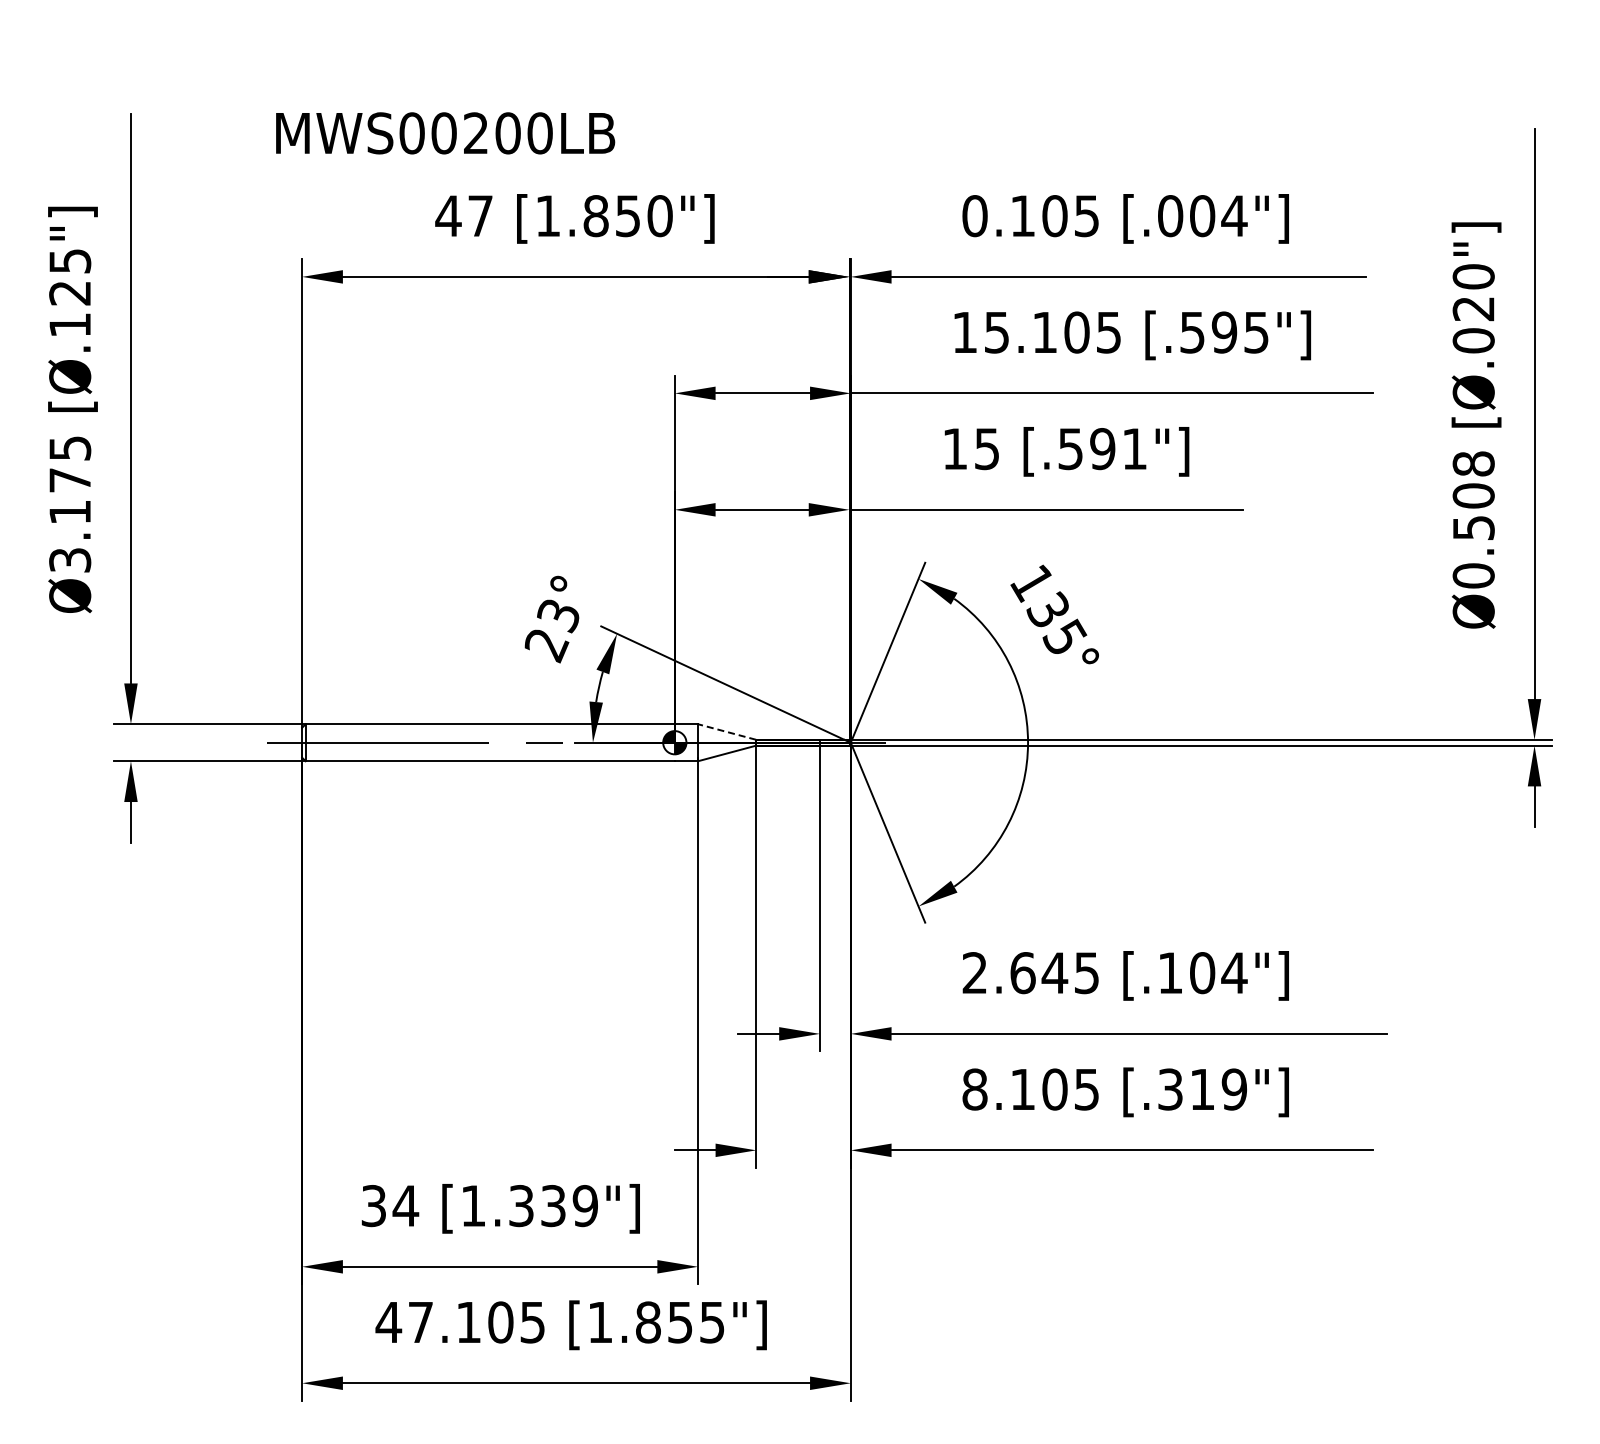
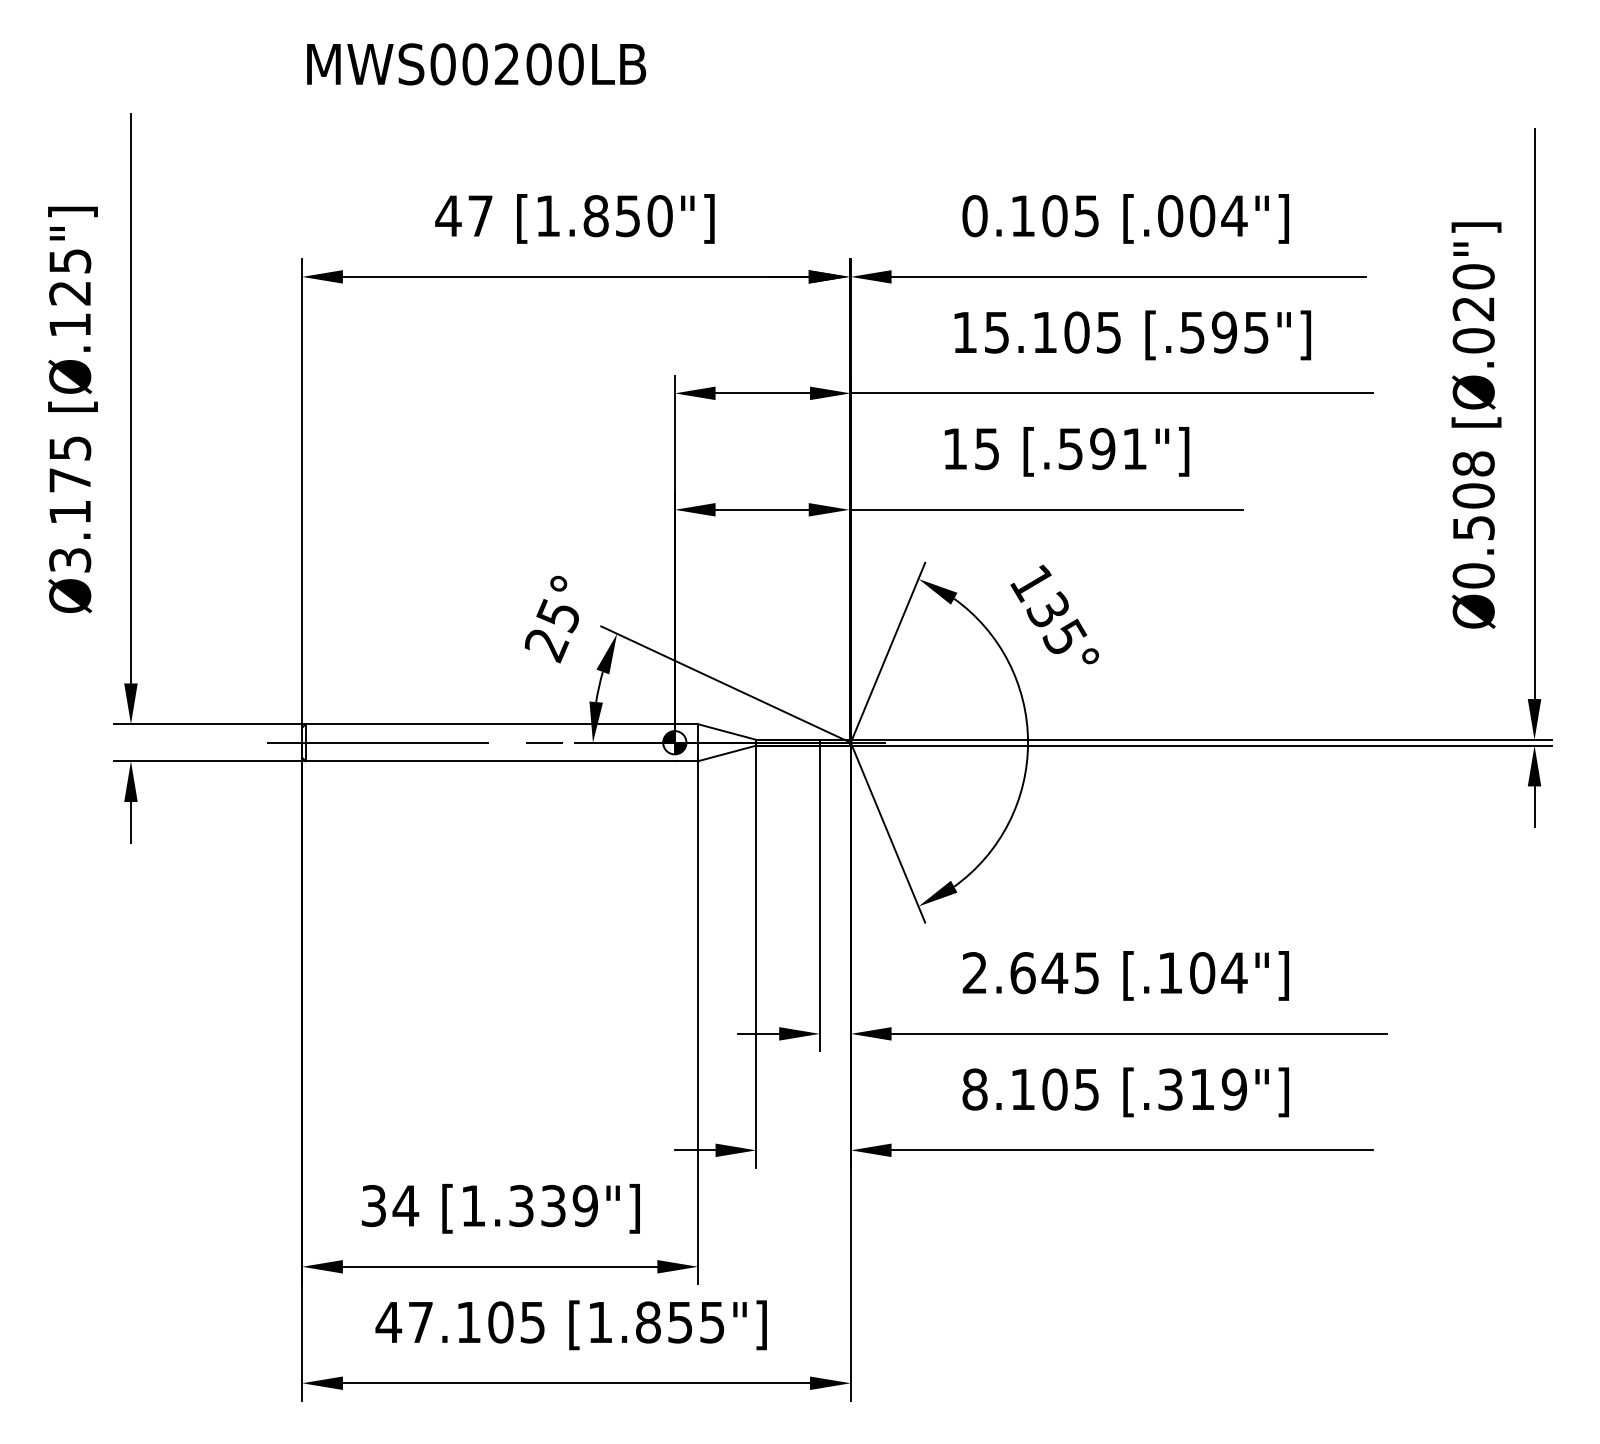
text at (445, 133) position: (445, 133) -> (476, 64)
text at (557, 616): 23° -> 25°
line at (726, 731): dashed -> solid
